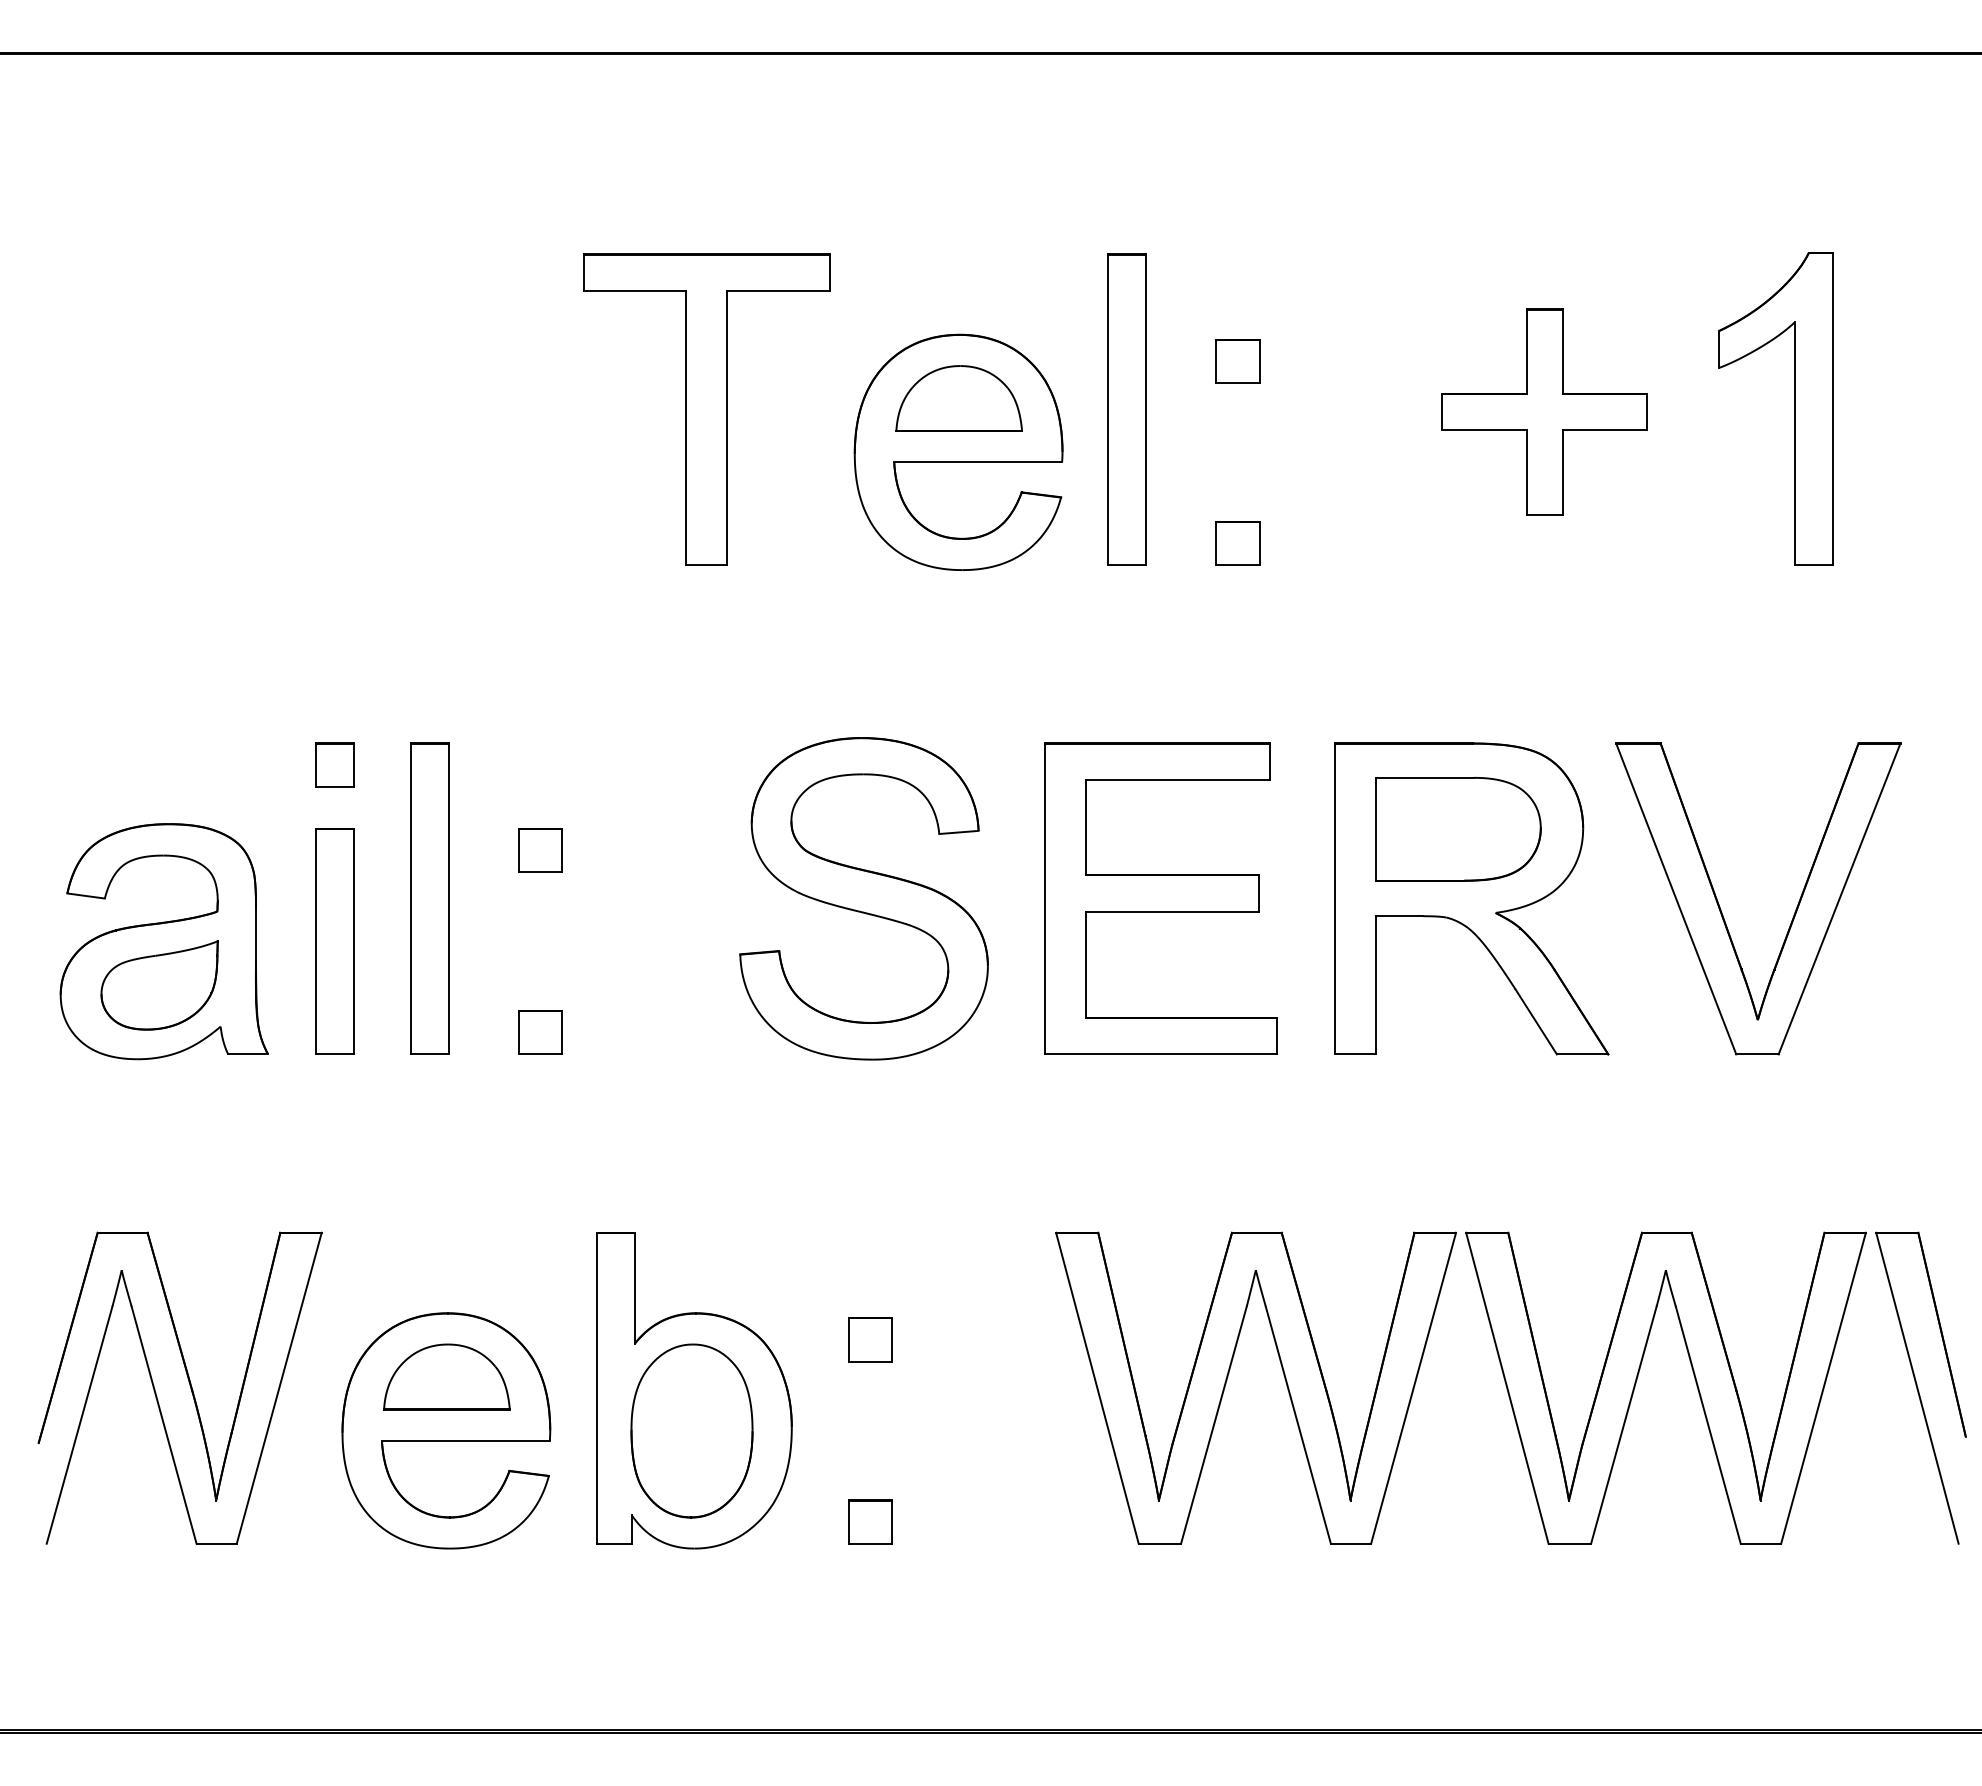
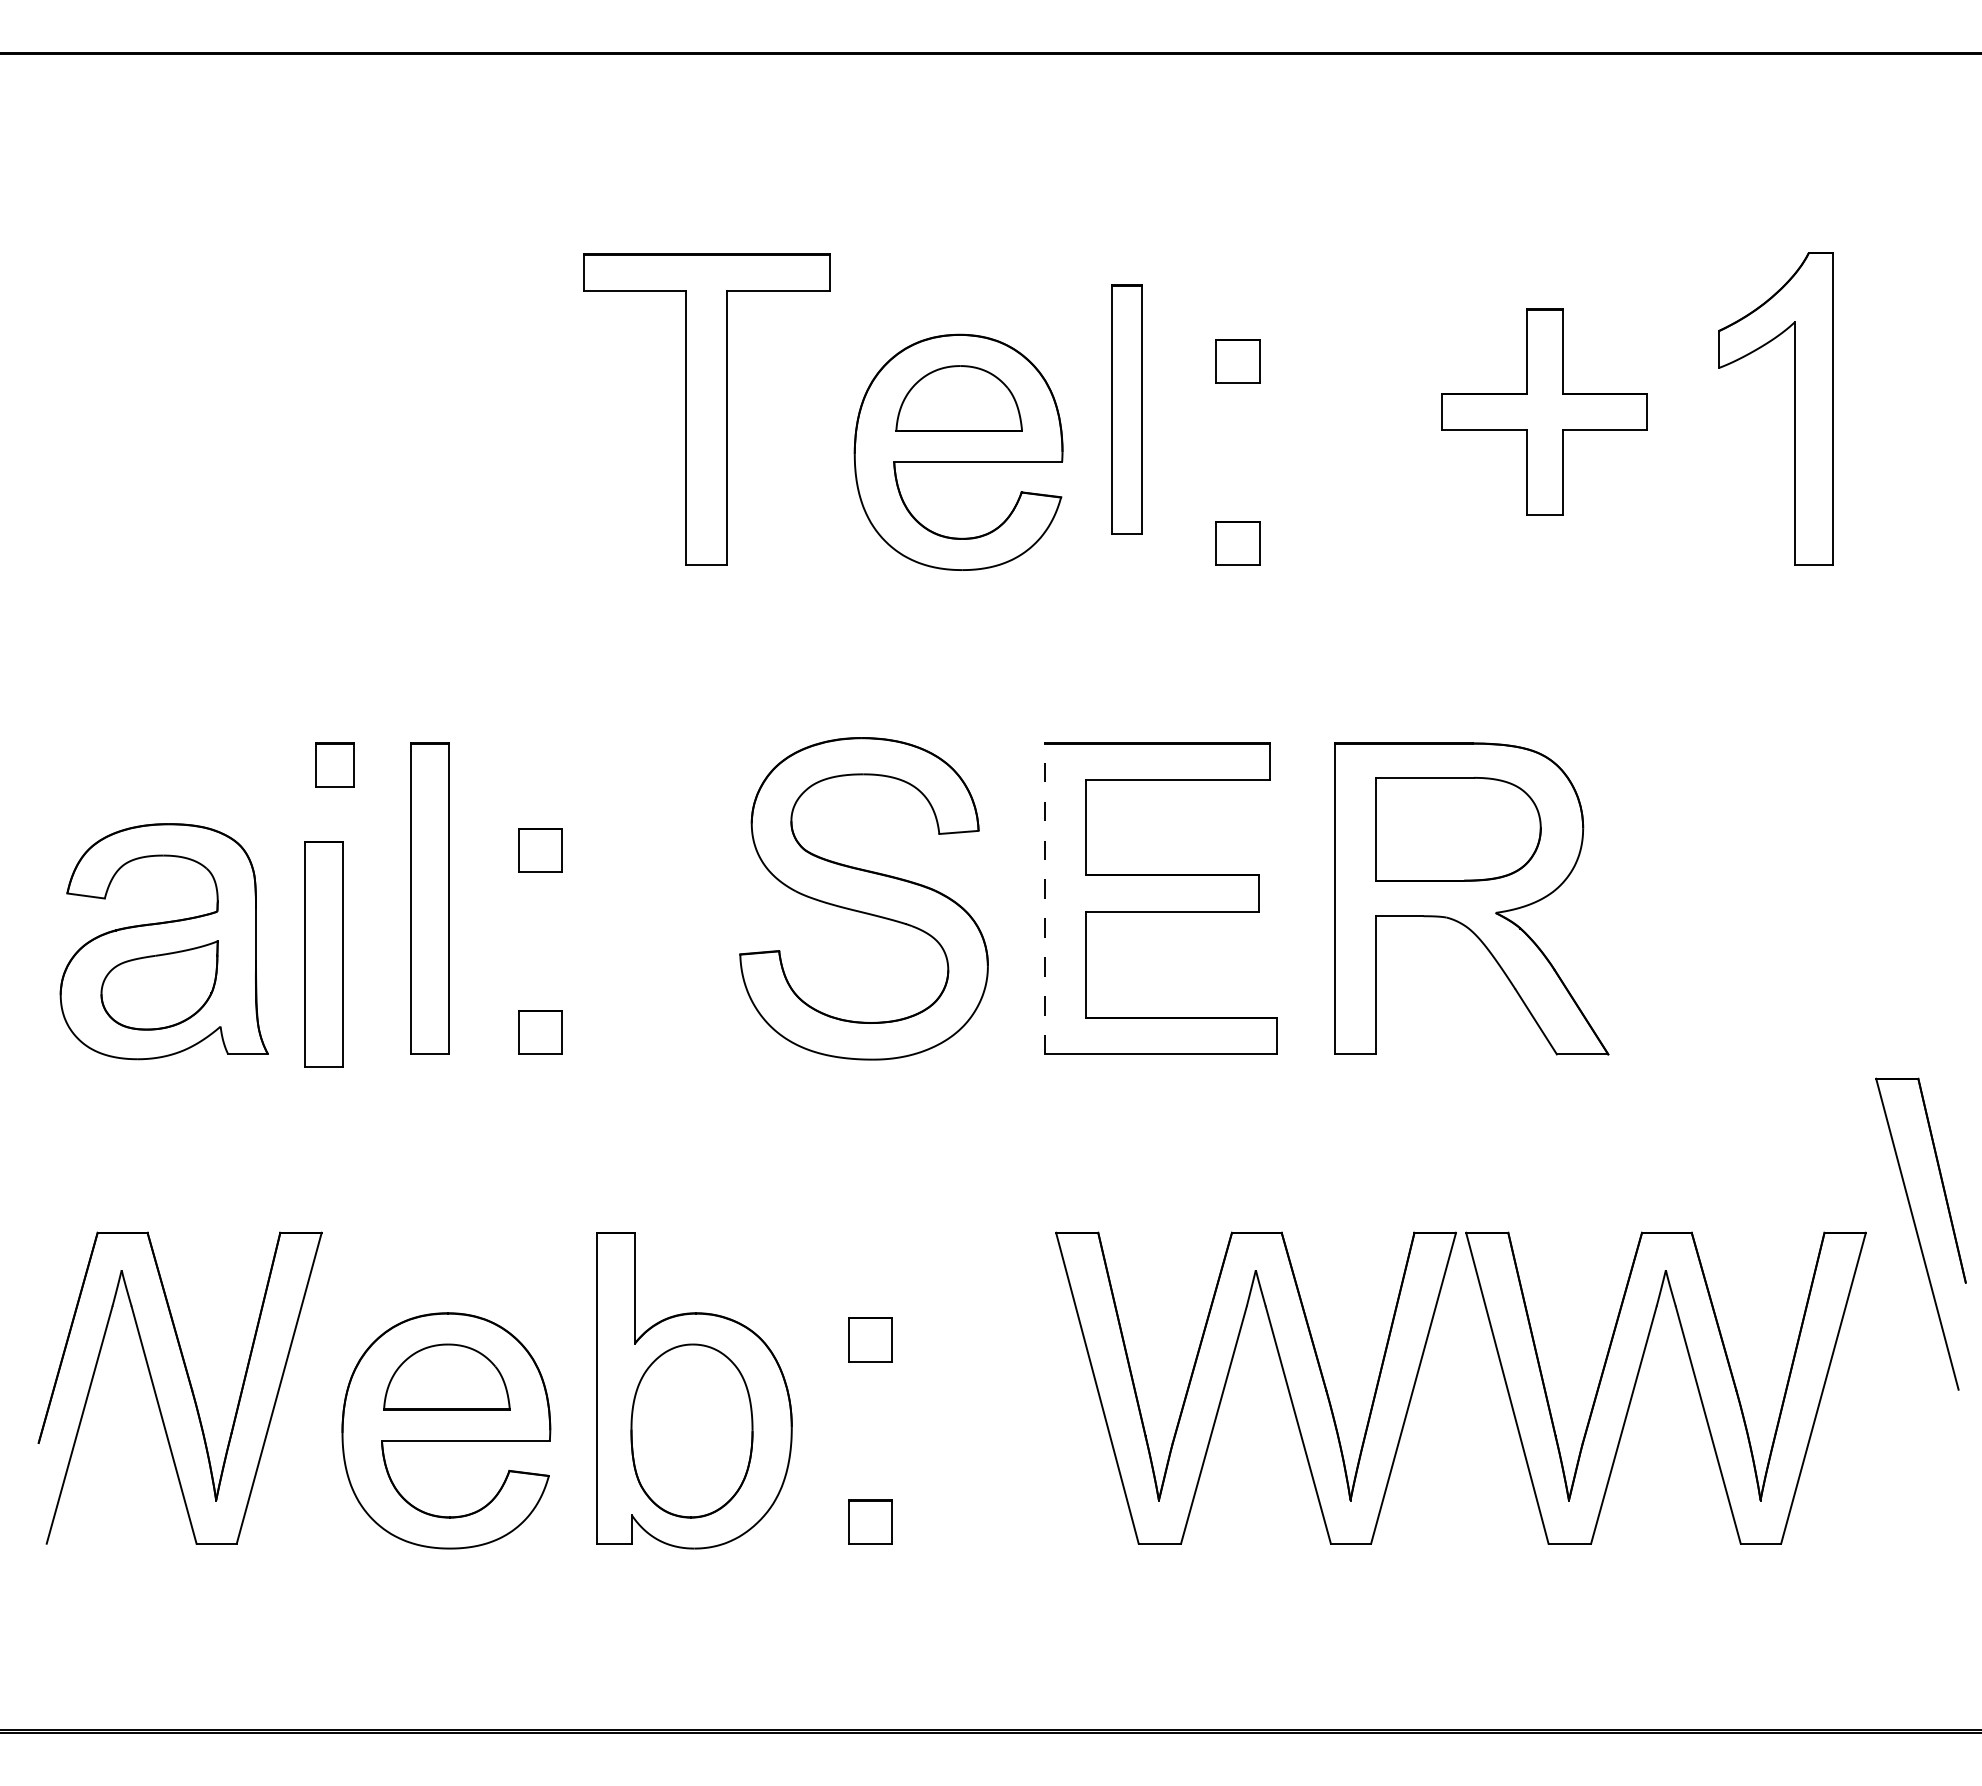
part at (1126, 409) size: 40x313 px -> 32x251 px
line at (1045, 898): solid -> dashed
part at (1793, 914): present -> none
part at (334, 941) position: (334, 941) -> (323, 954)
part at (1920, 1387) position: (1920, 1387) -> (1920, 1233)
